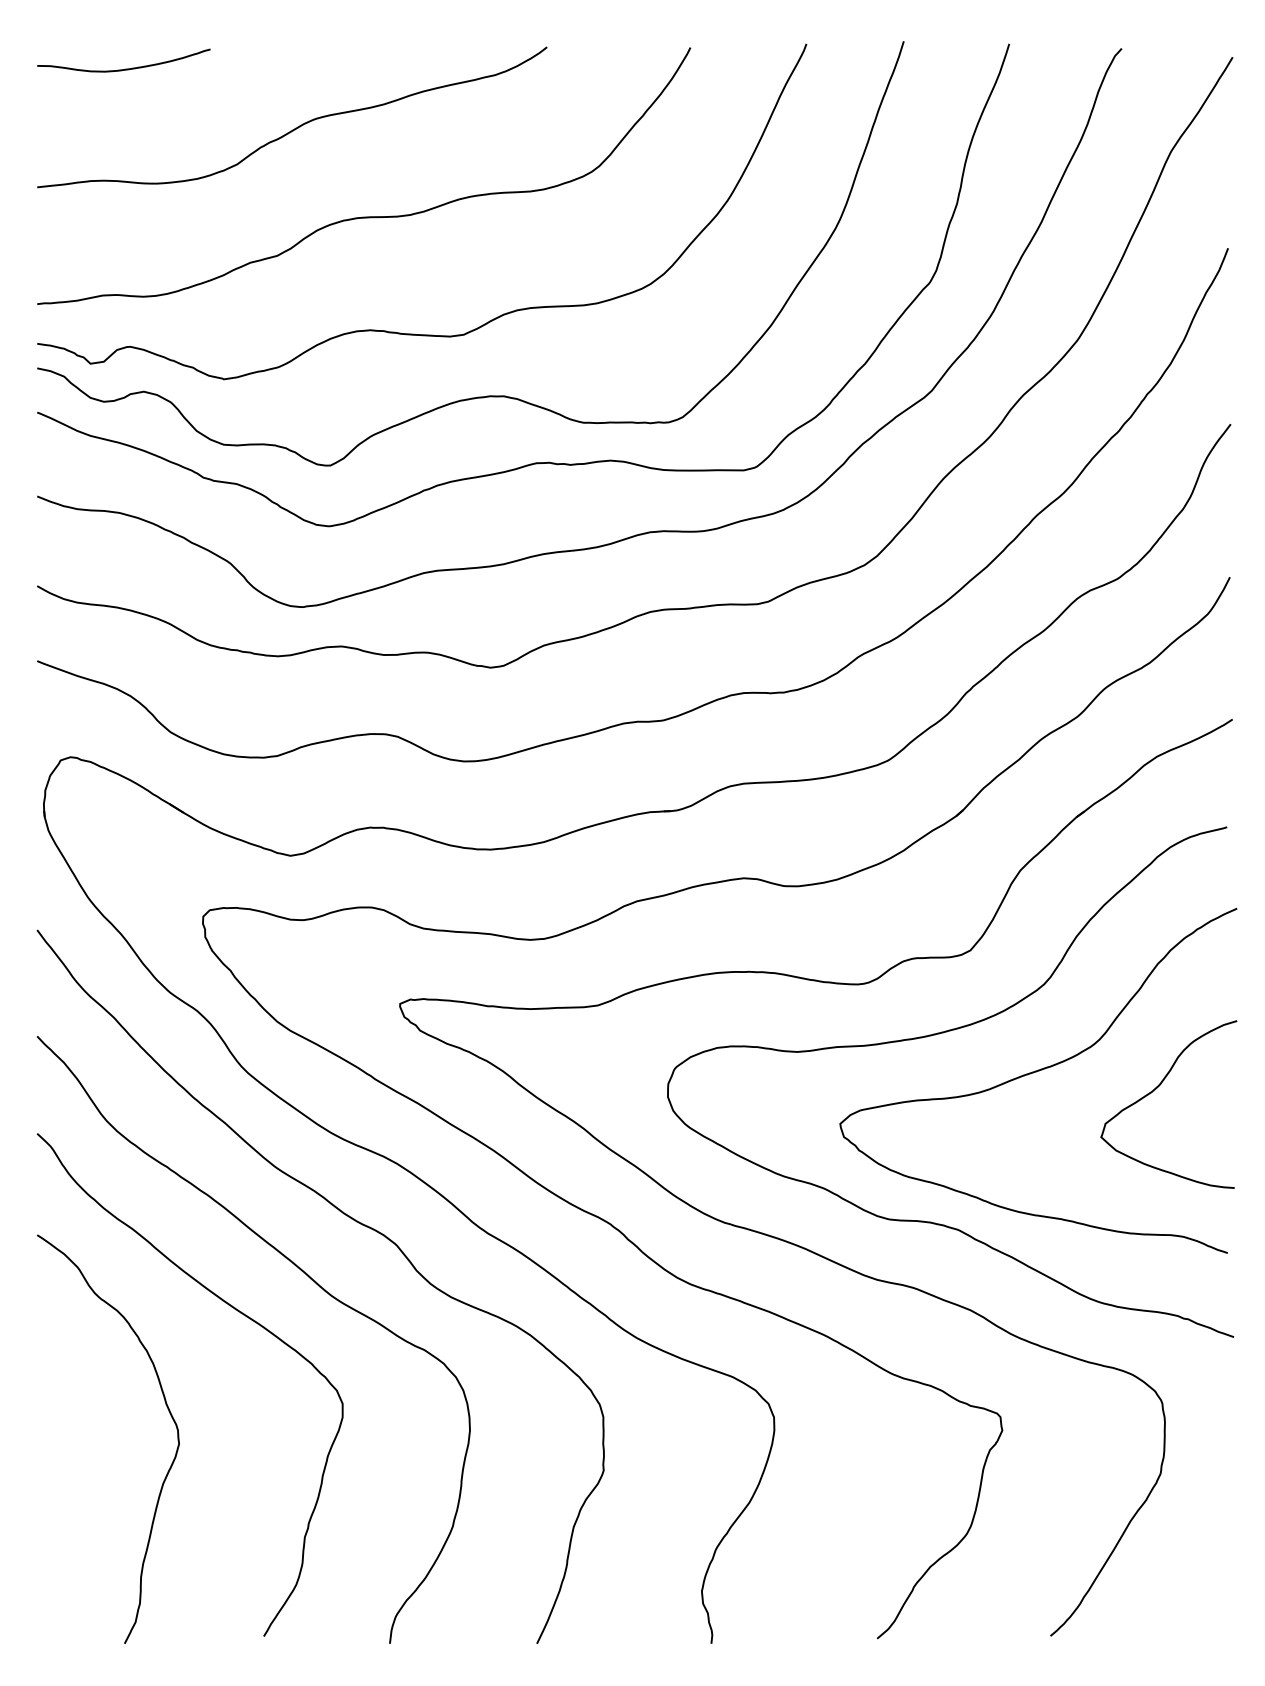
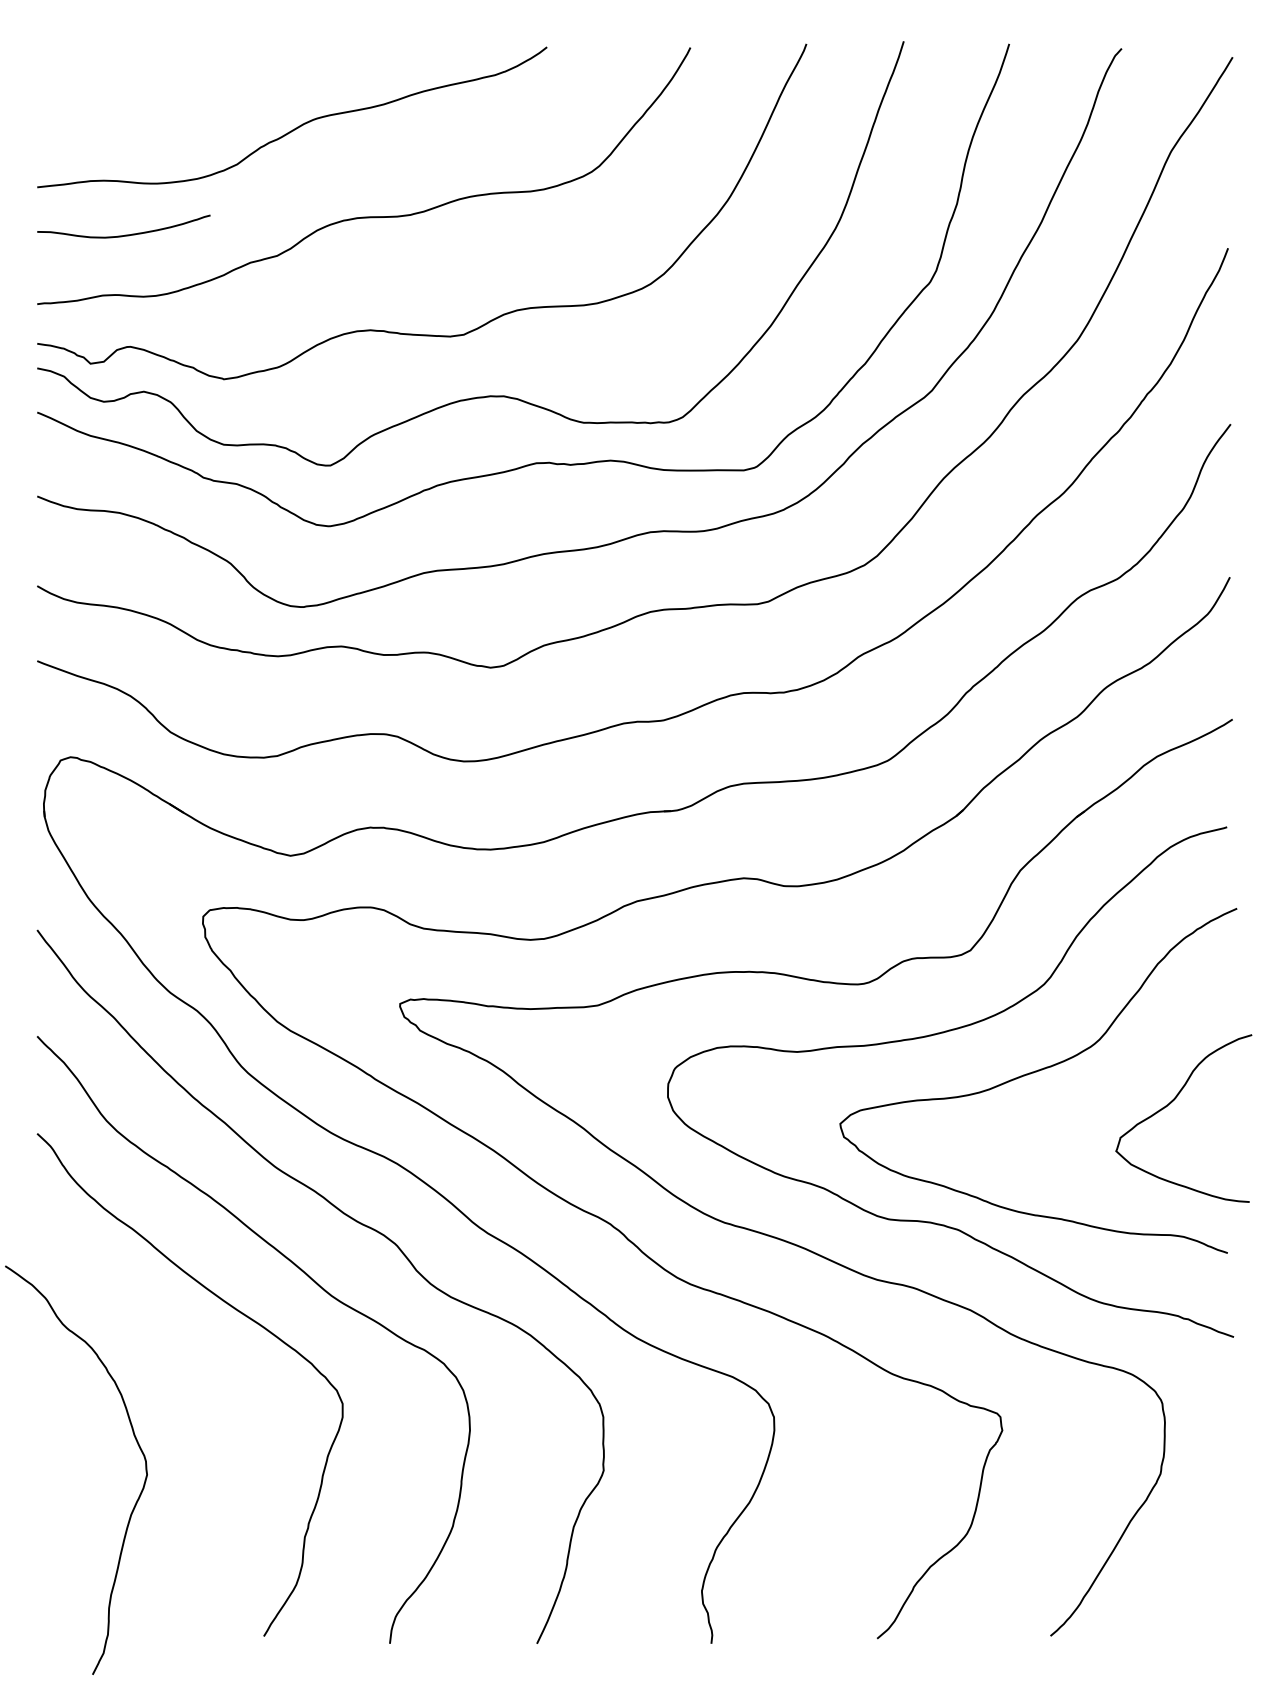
curve at (125, 68) position: (125, 68) -> (125, 234)
curve at (1155, 1090) position: (1155, 1090) -> (1170, 1104)
curve at (167, 1409) position: (167, 1409) -> (135, 1440)
